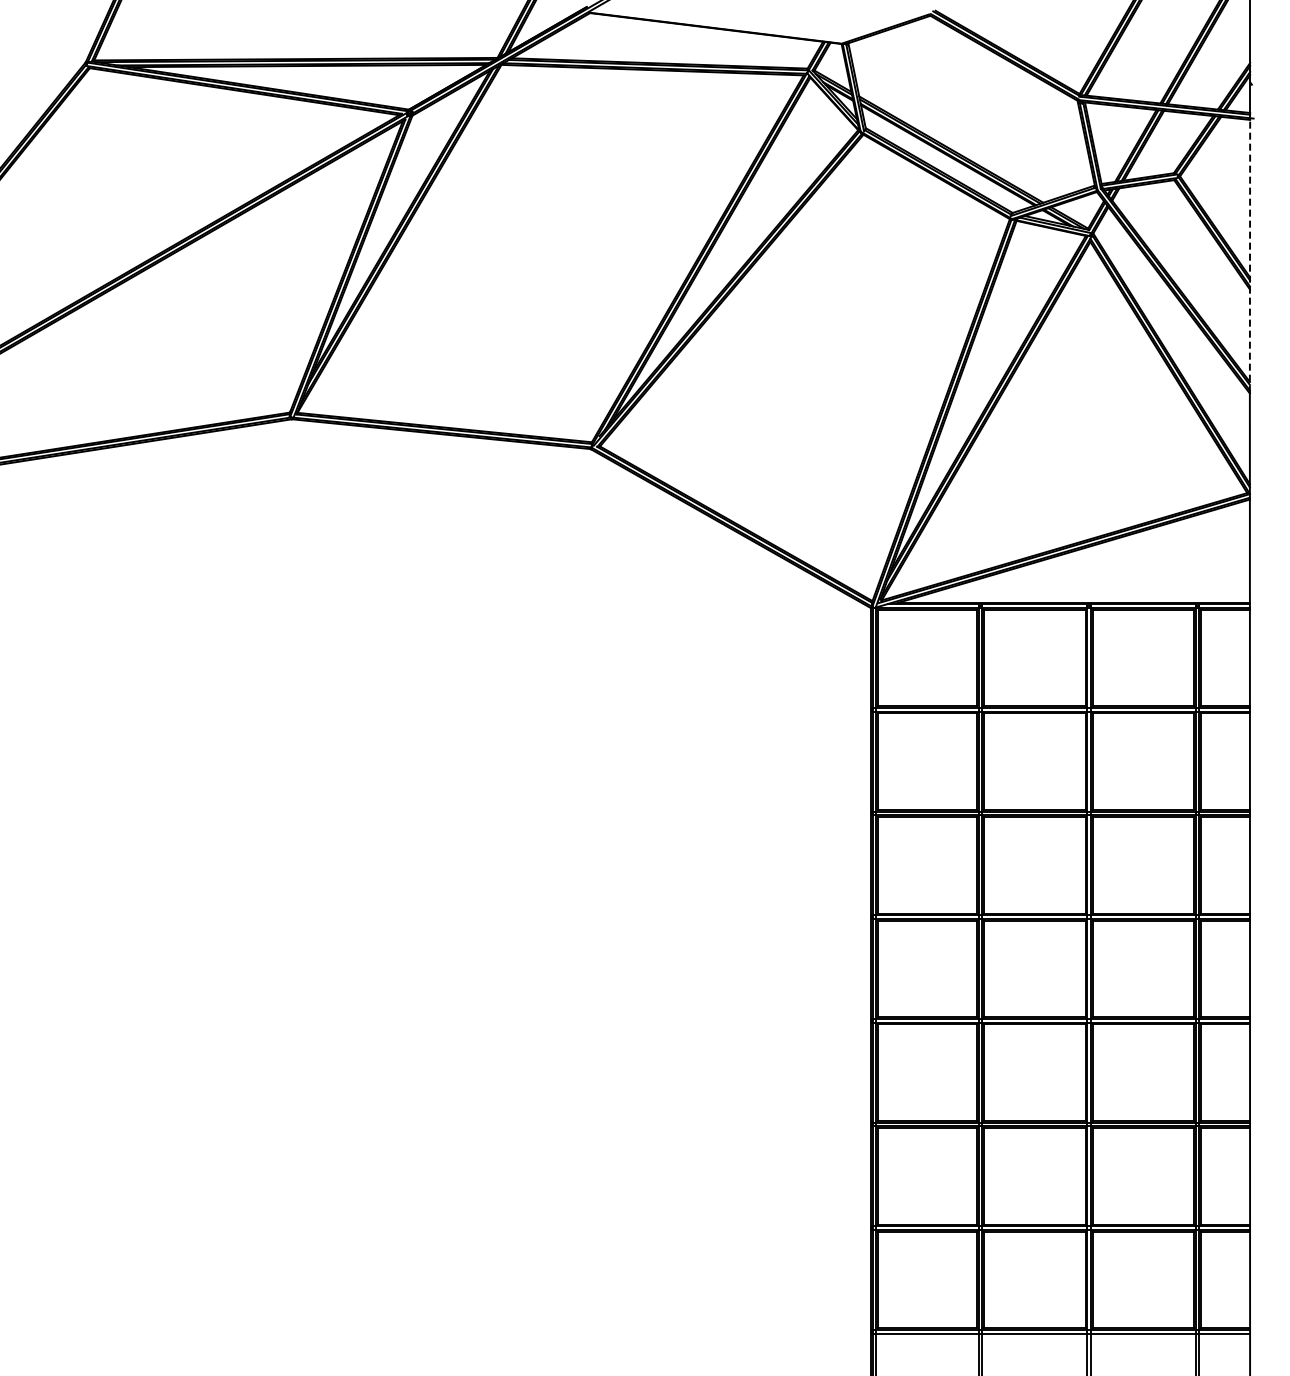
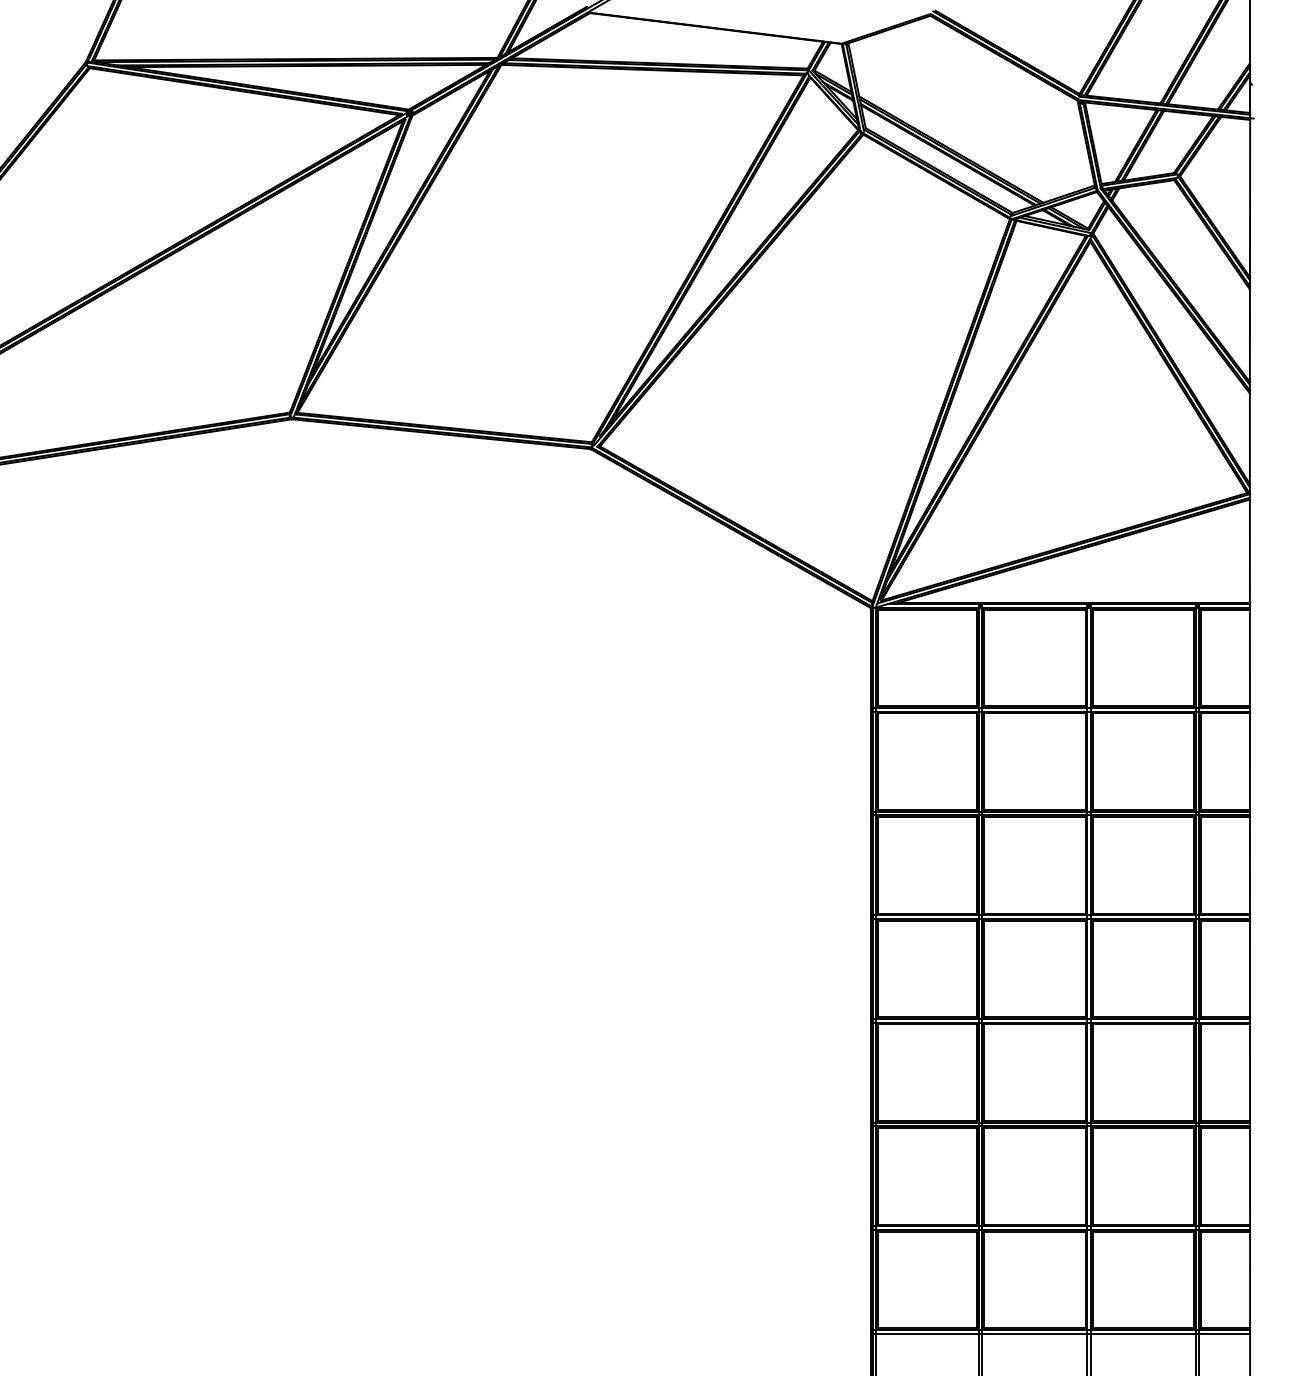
line at (1250, 255): dashed -> solid
